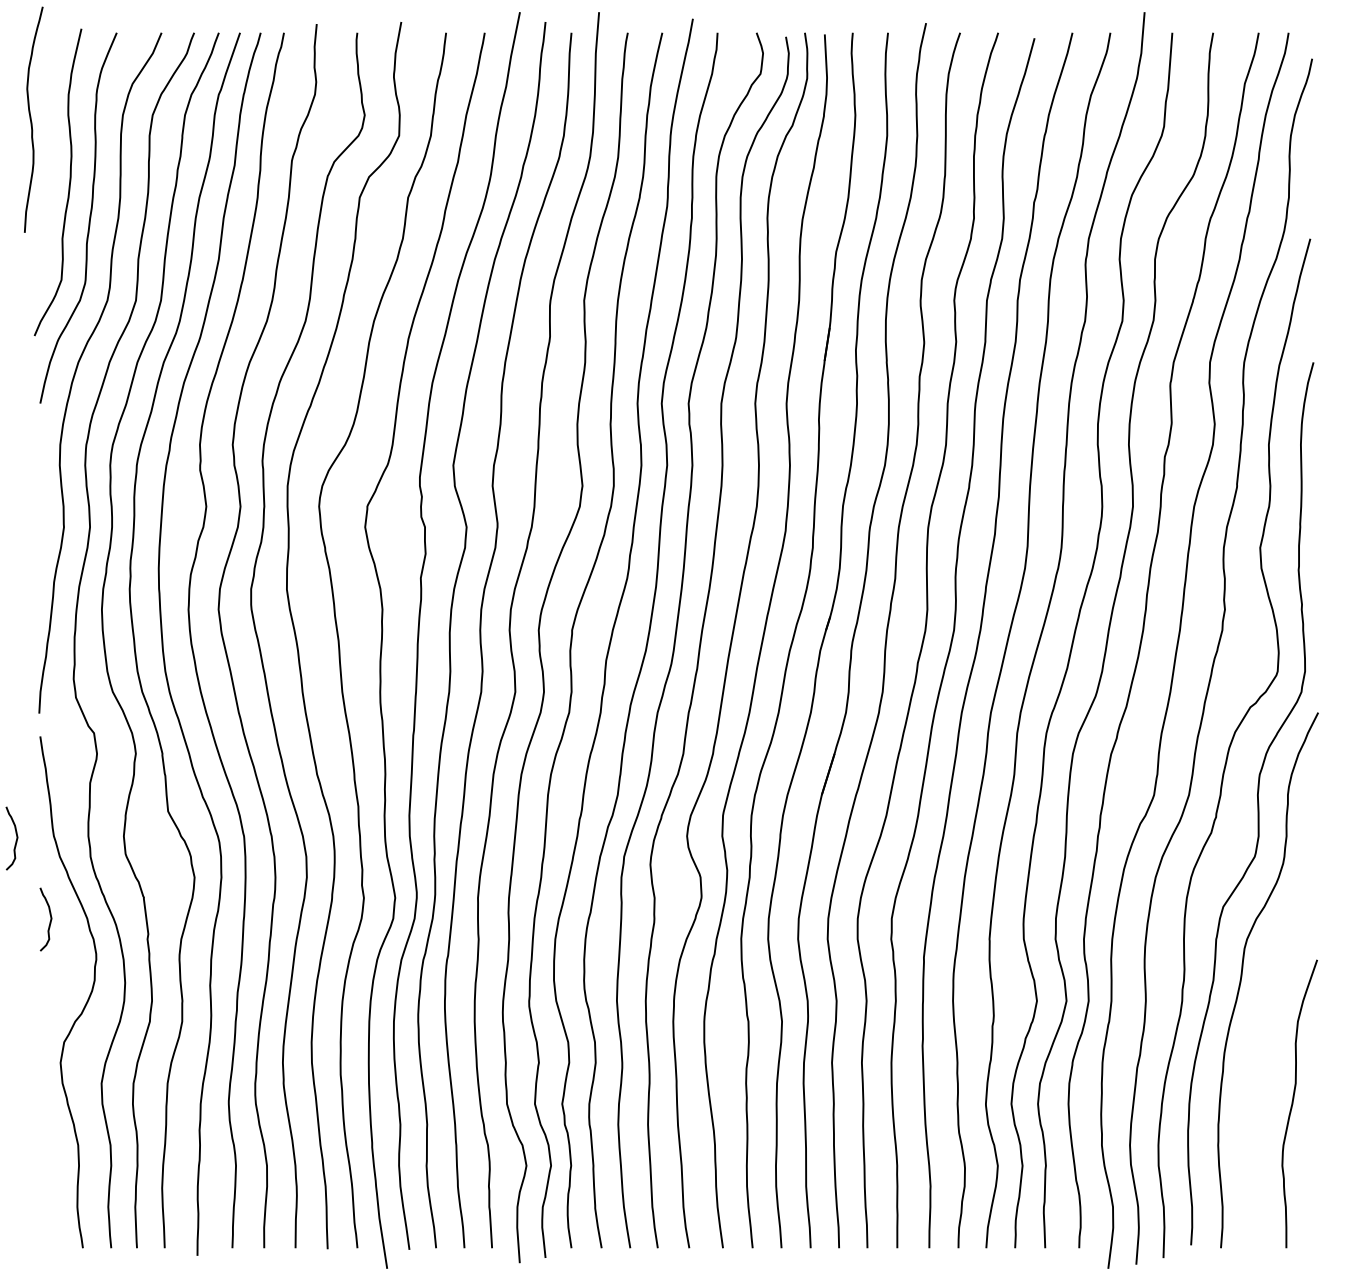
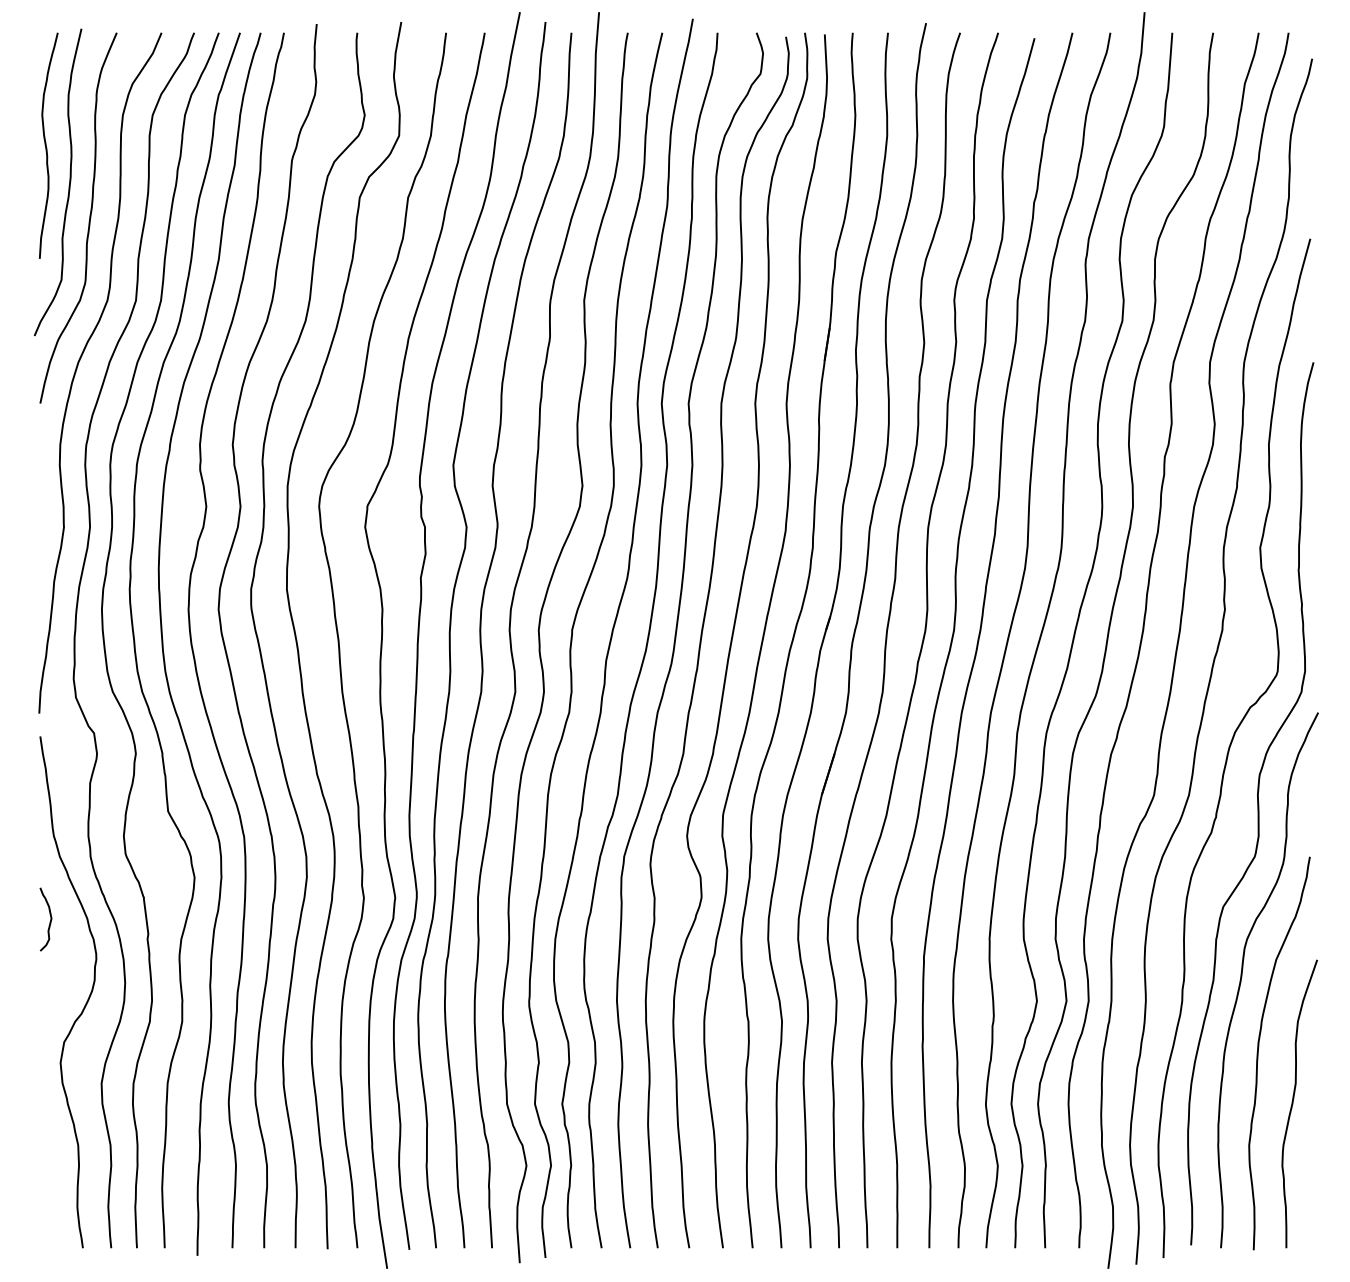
curve at (31, 119) position: (31, 119) -> (46, 145)
curve at (15, 840): present -> none
curve at (1259, 1047): none -> present
